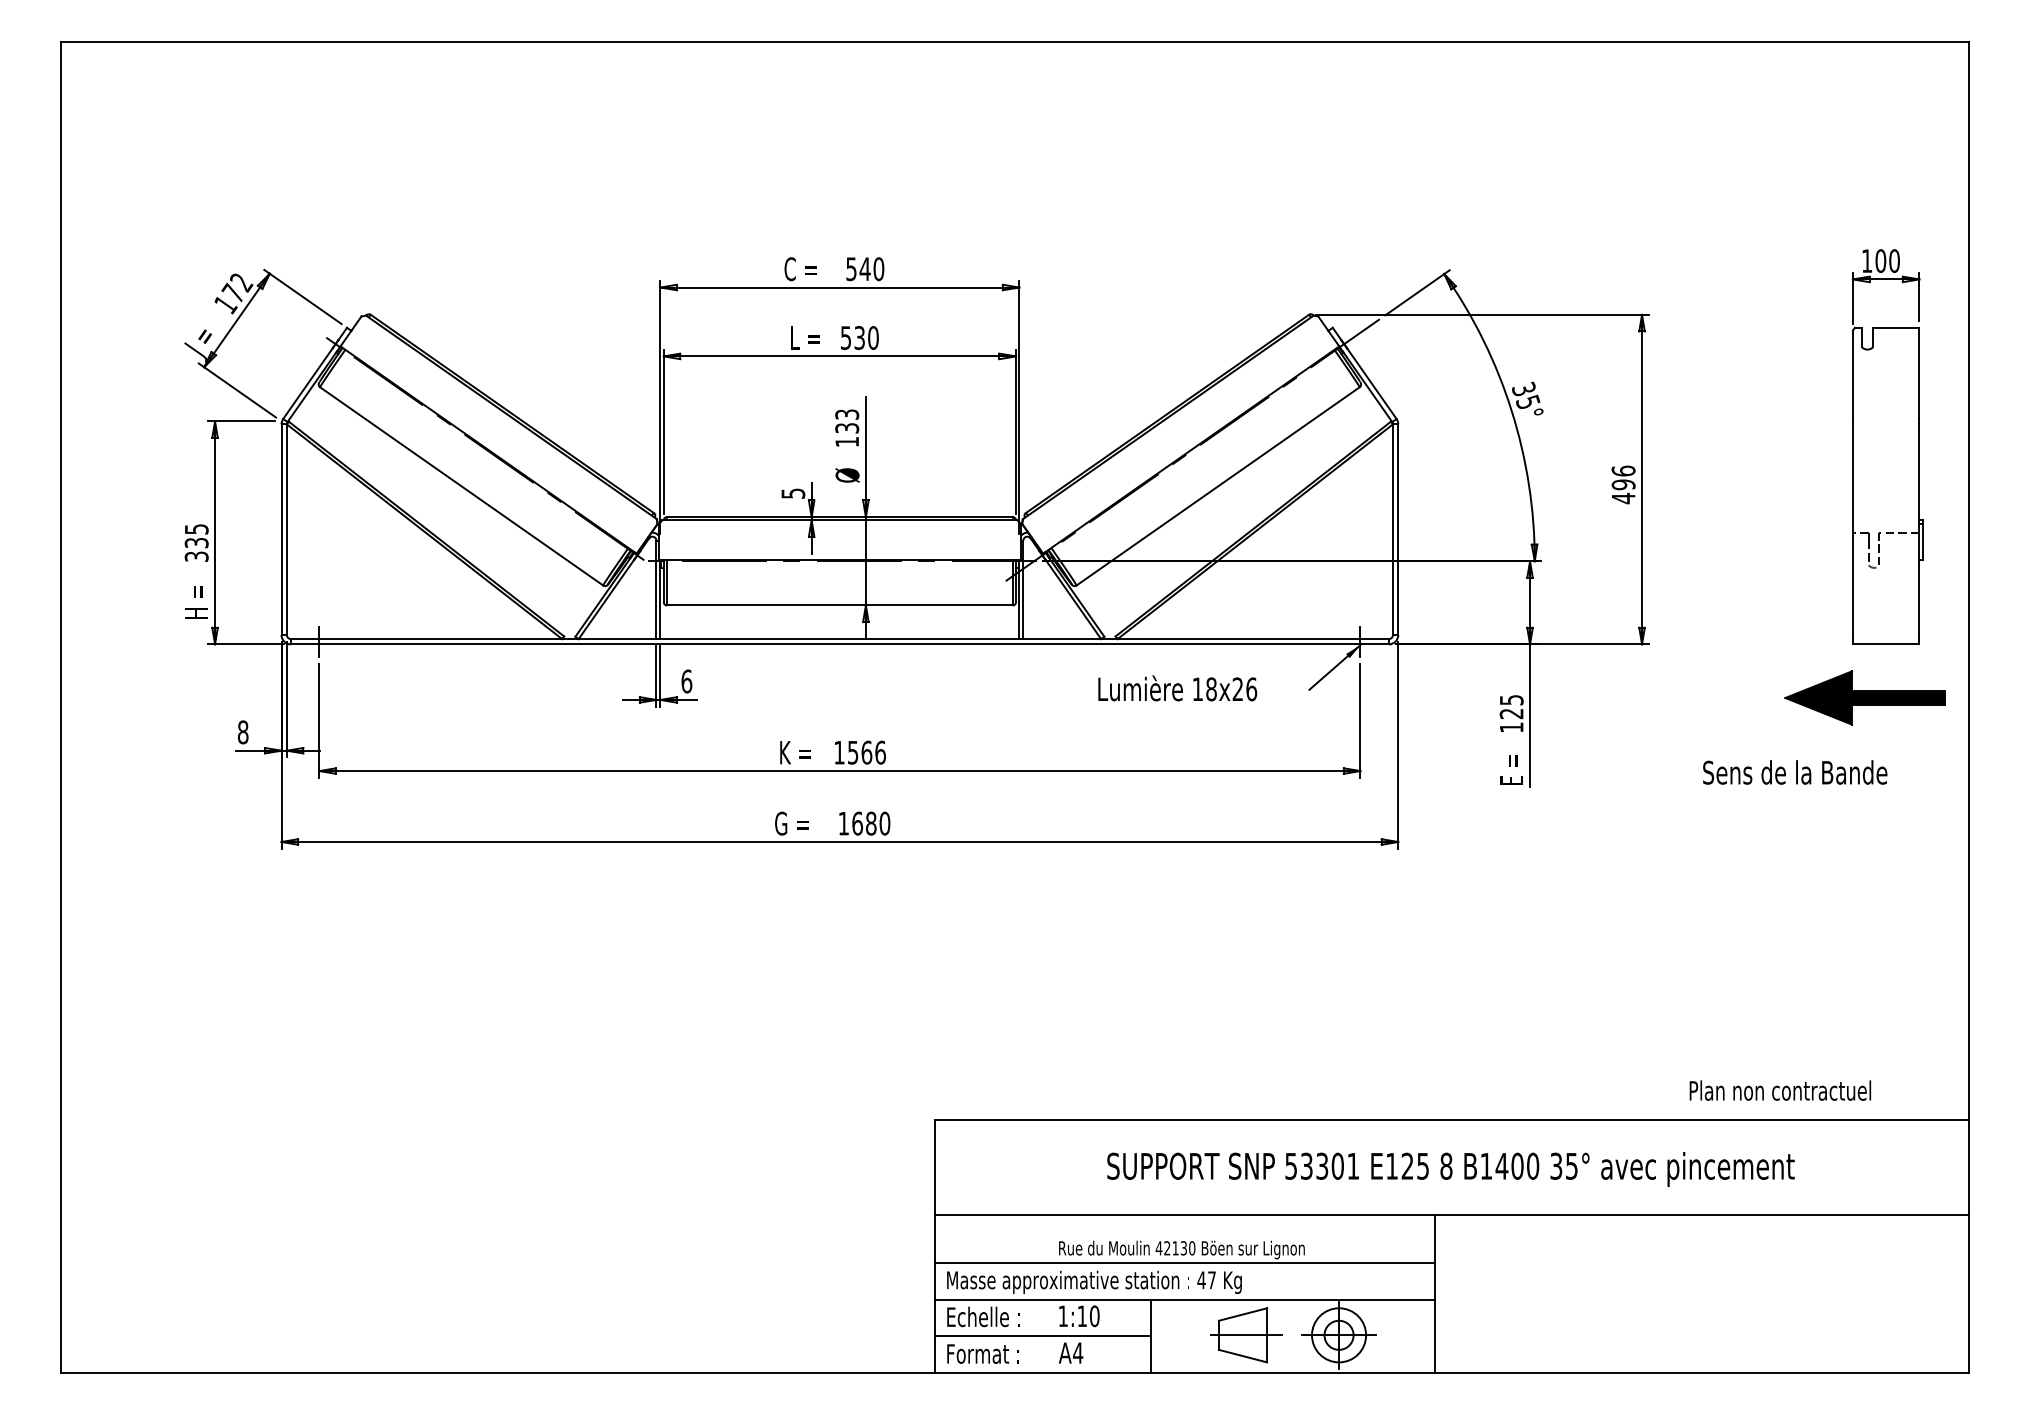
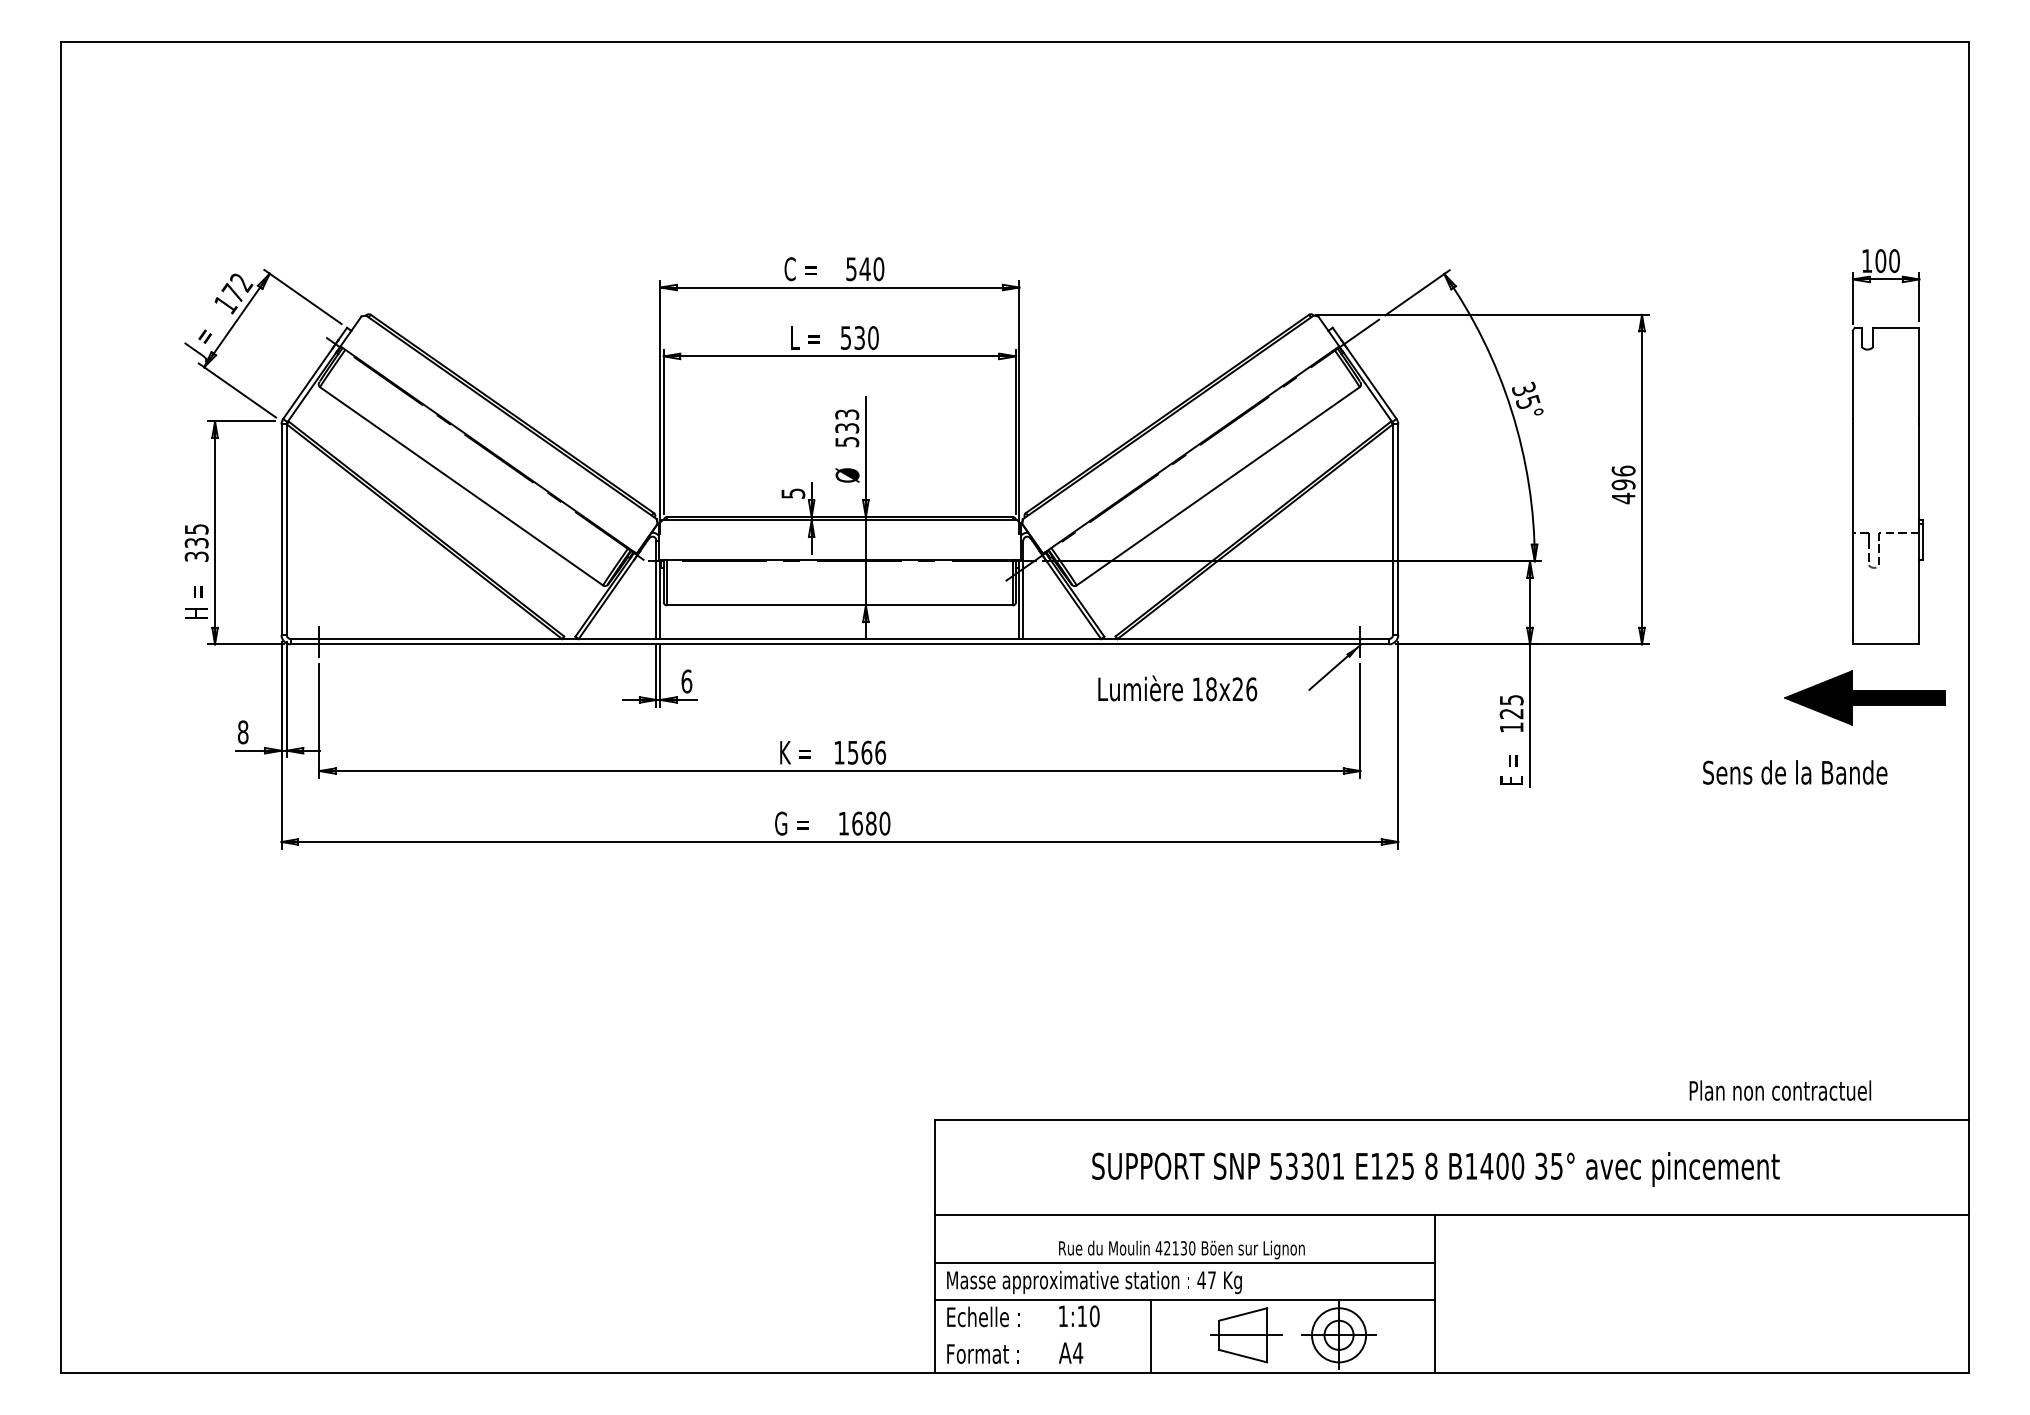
text at (847, 442): 133 -> 533
text at (1450, 1169) position: (1450, 1169) -> (1435, 1169)
line at (1042, 1336): present -> none
